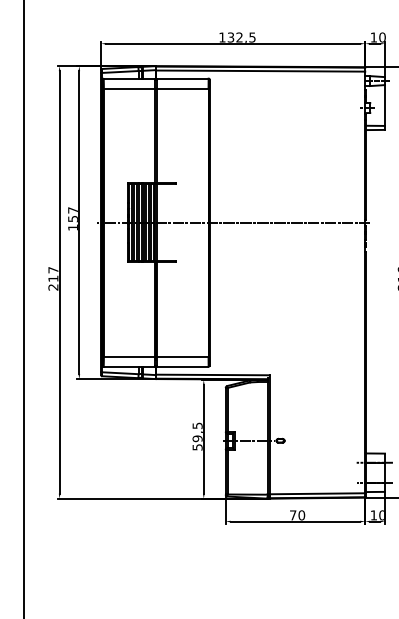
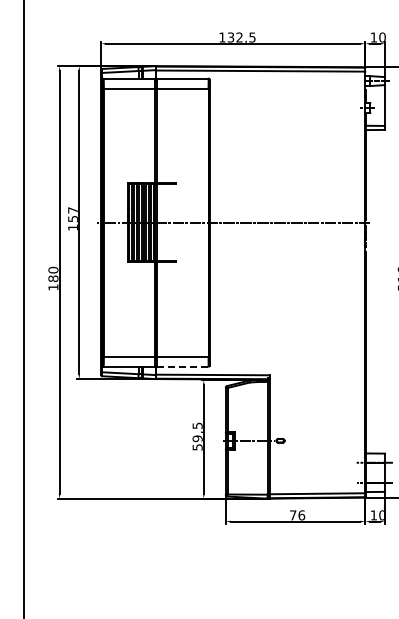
text at (53, 278): 217 -> 180
line at (182, 366): solid -> dashed
text at (301, 515): 70 -> 76
